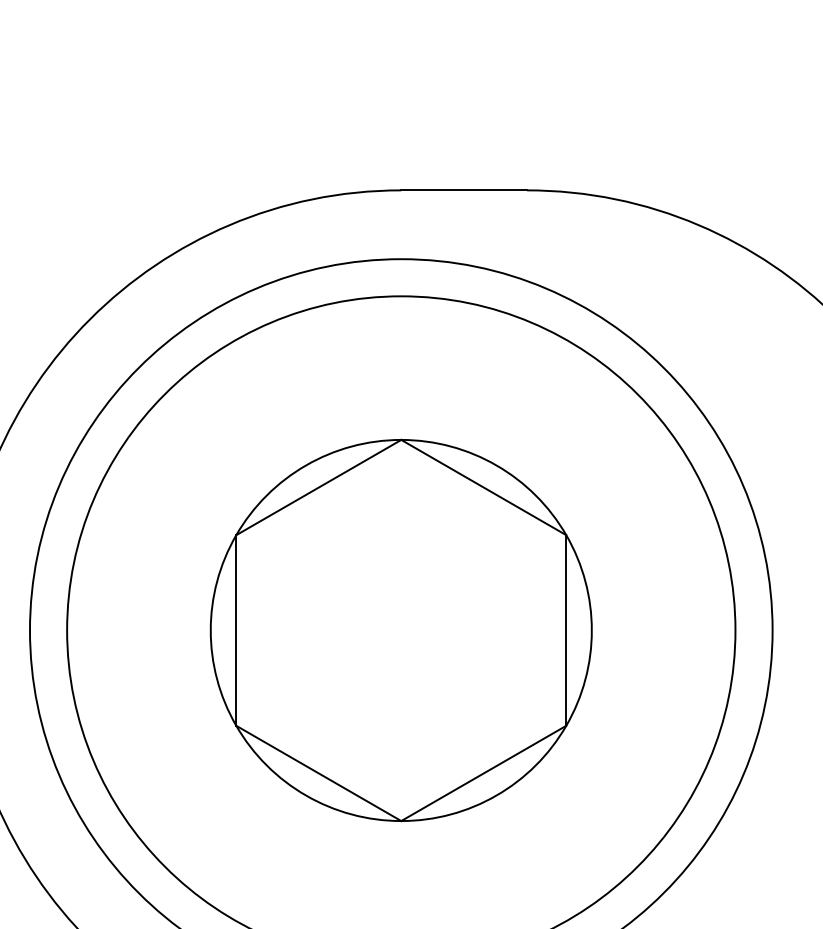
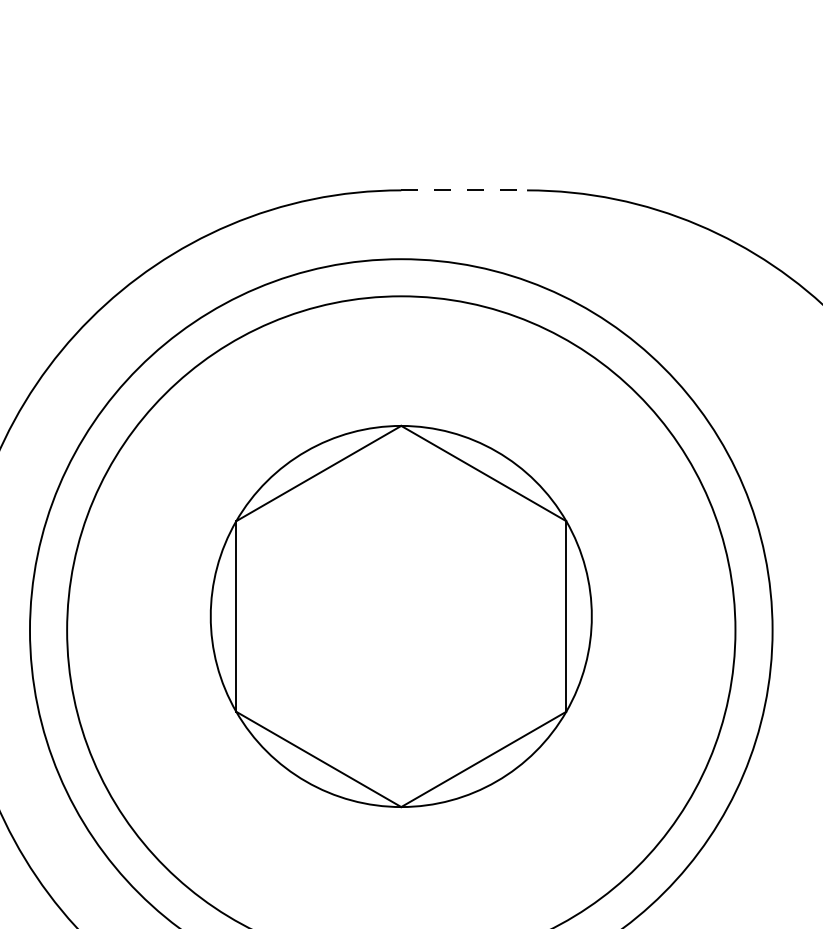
line at (464, 190): solid -> dashed
part at (400, 630) position: (400, 630) -> (400, 616)
